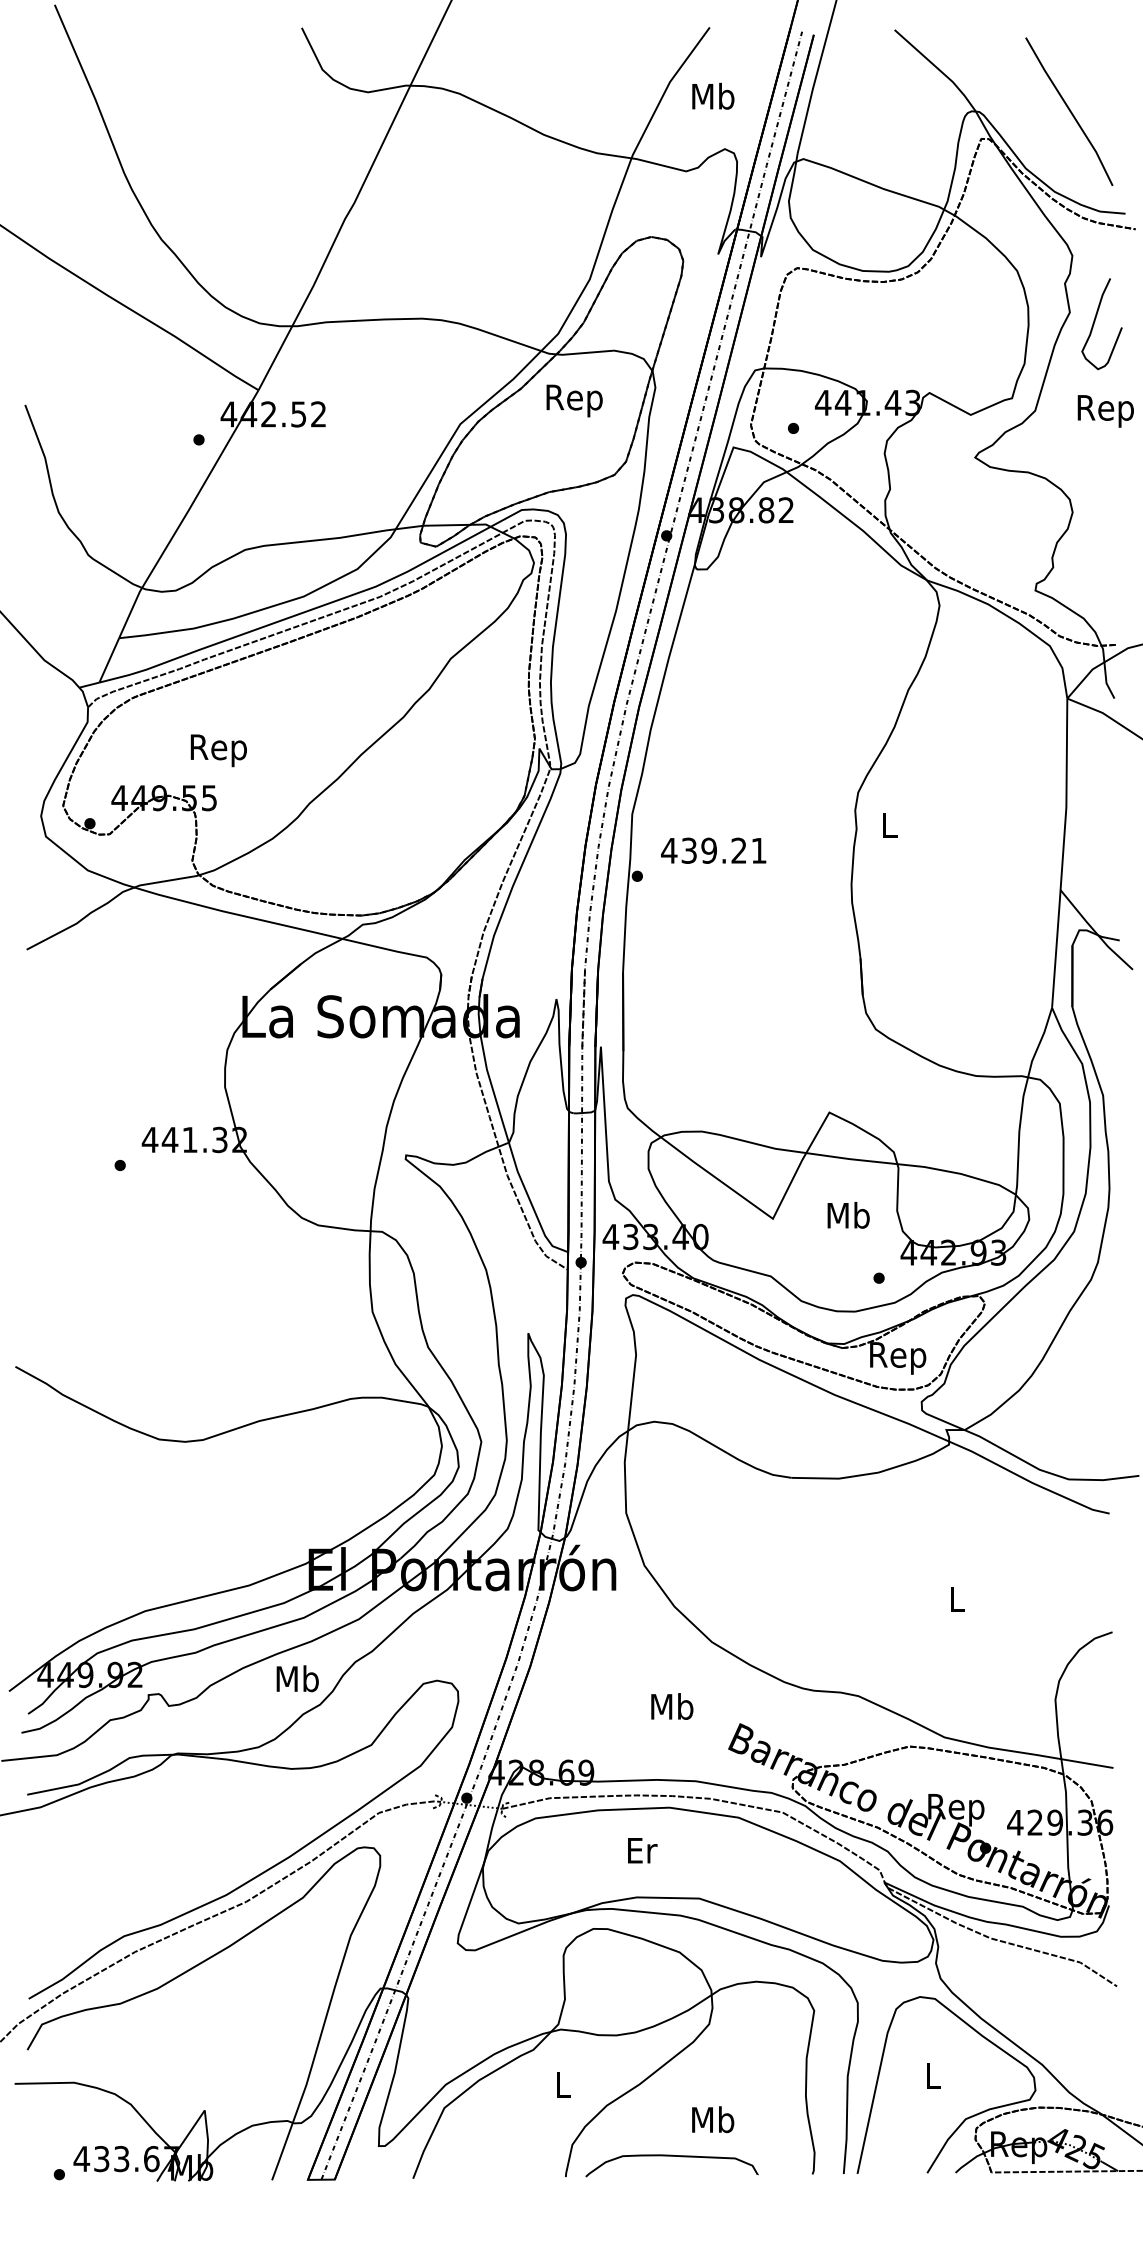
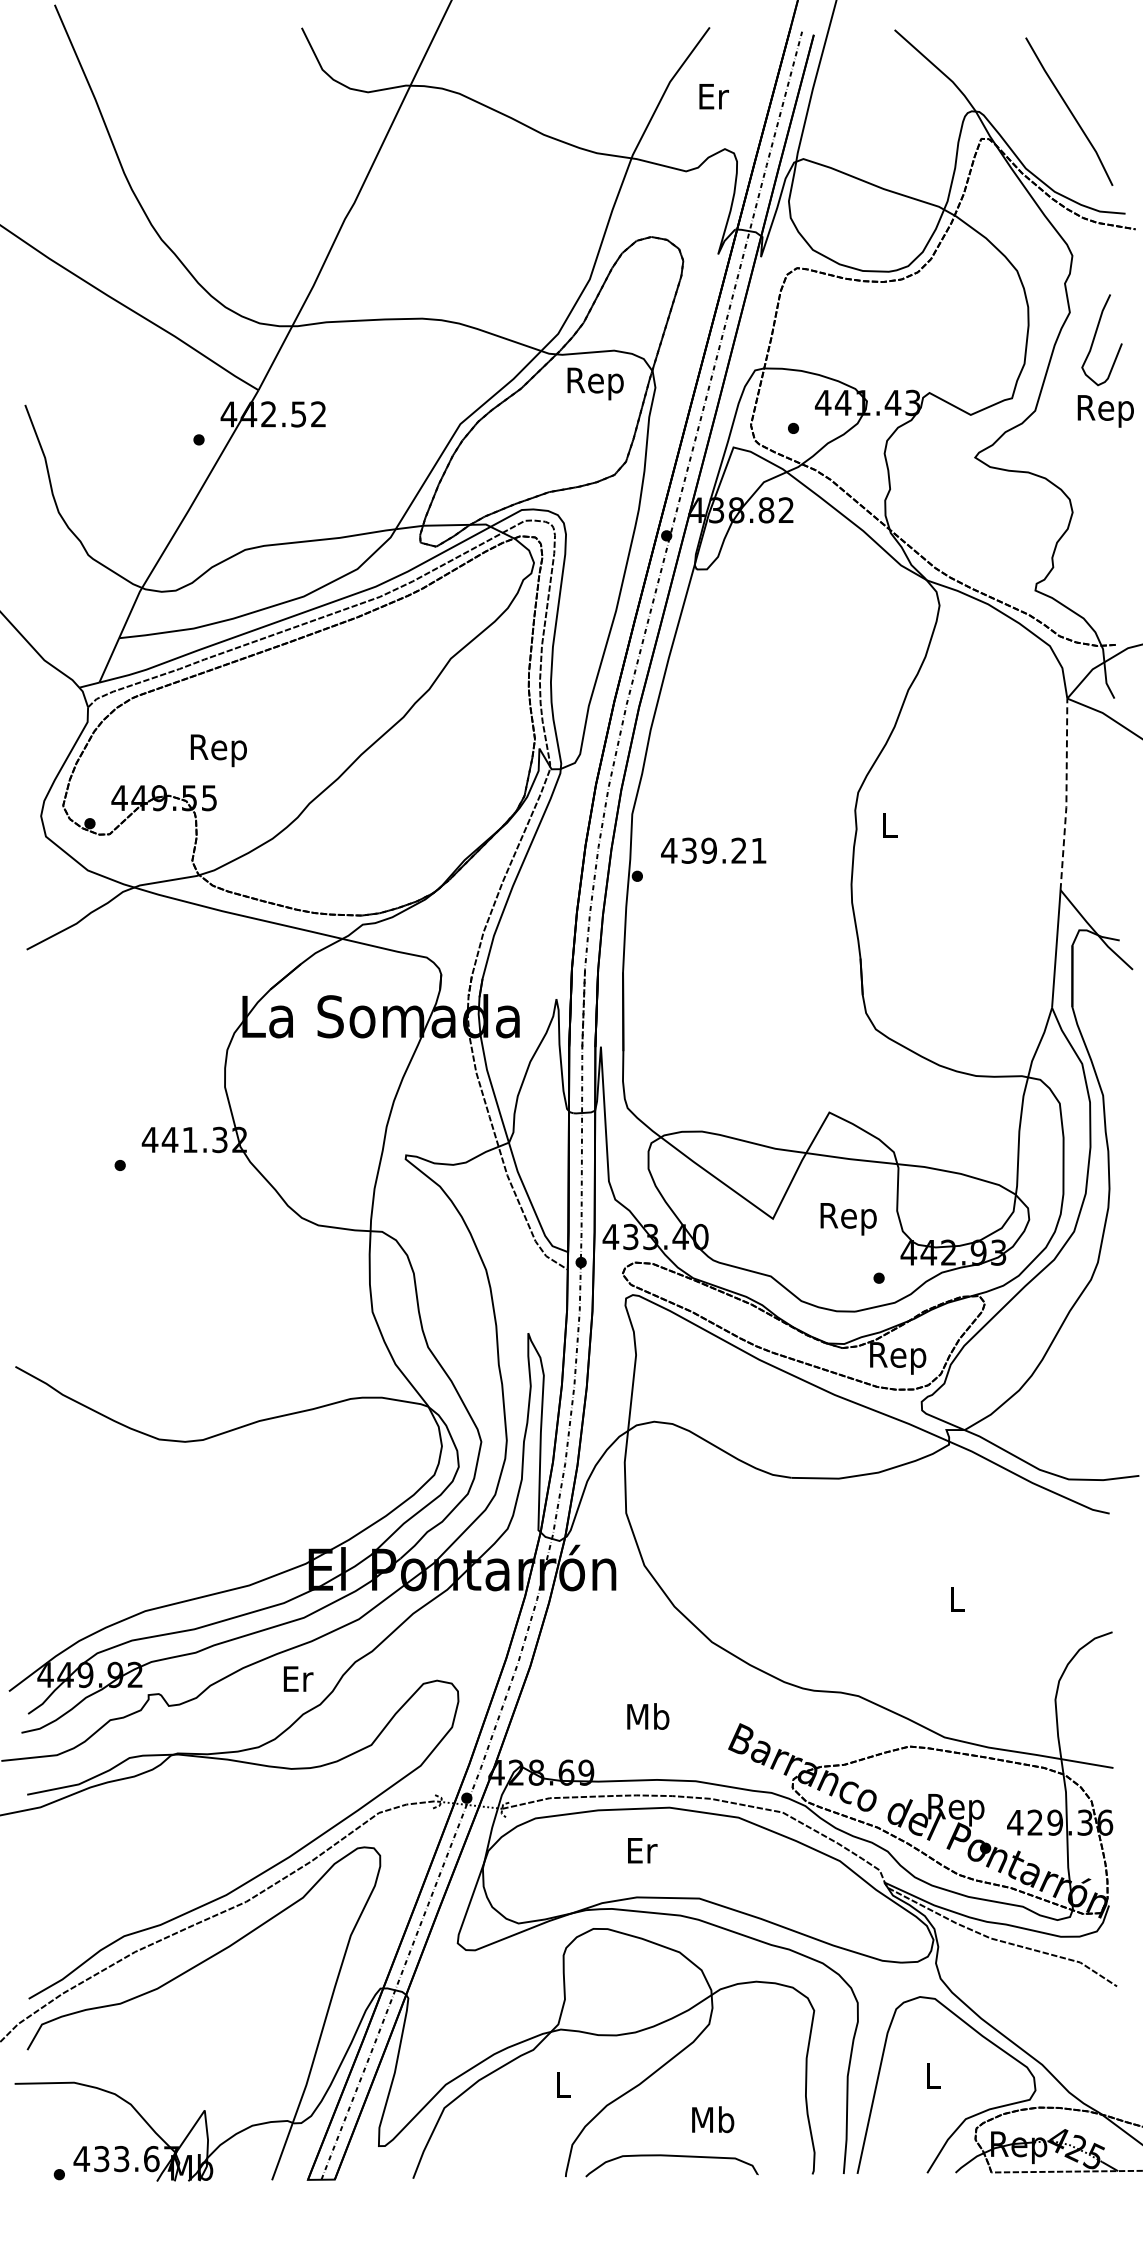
text at (713, 95): Mb -> Er
curve at (1095, 321) position: (1095, 321) -> (1095, 337)
text at (574, 400) position: (574, 400) -> (595, 383)
line at (1066, 794): solid -> dashed
text at (848, 1218): Mb -> Rep
text at (297, 1678): Mb -> Er
text at (672, 1706) position: (672, 1706) -> (648, 1716)
